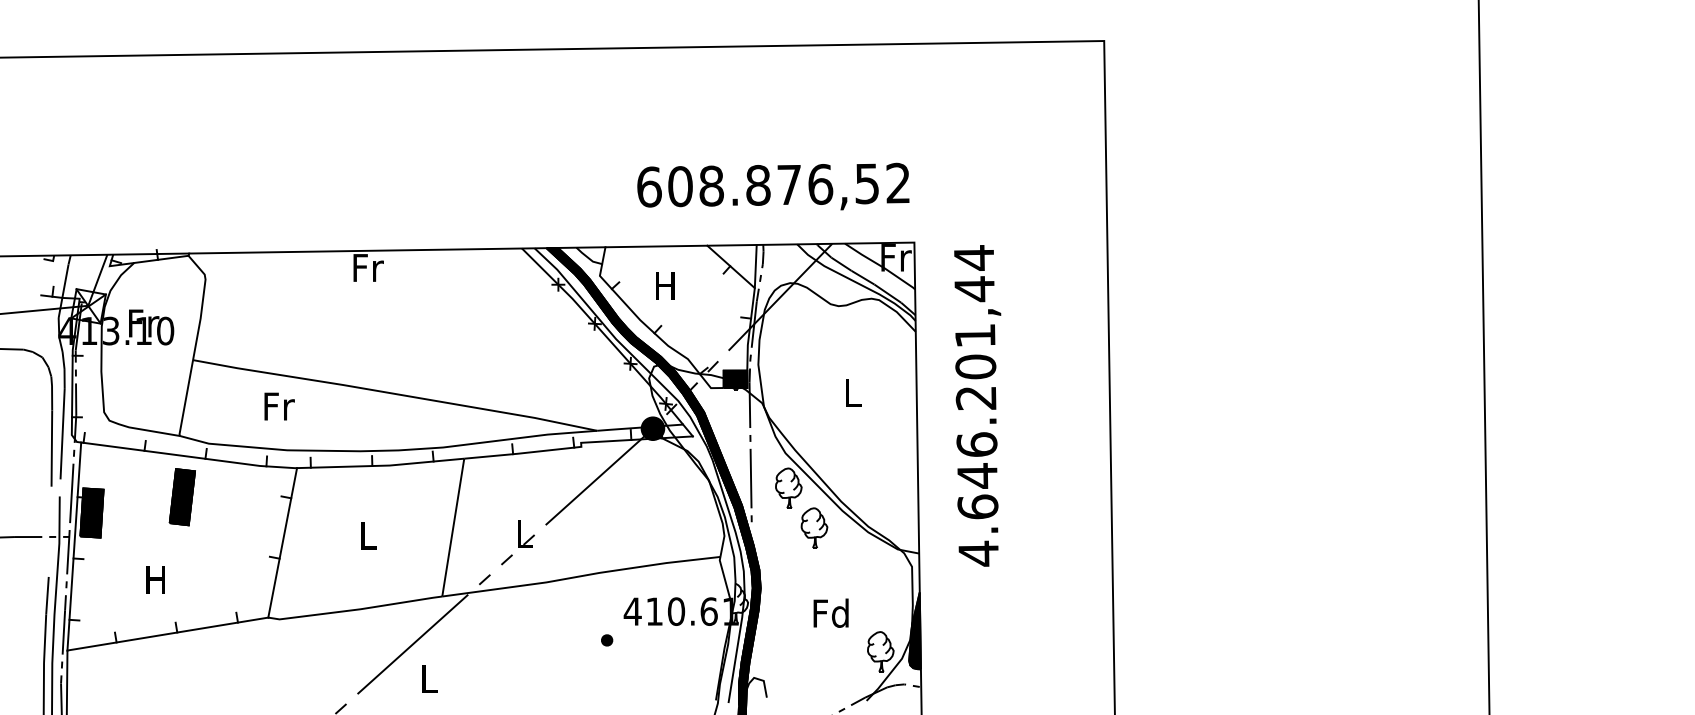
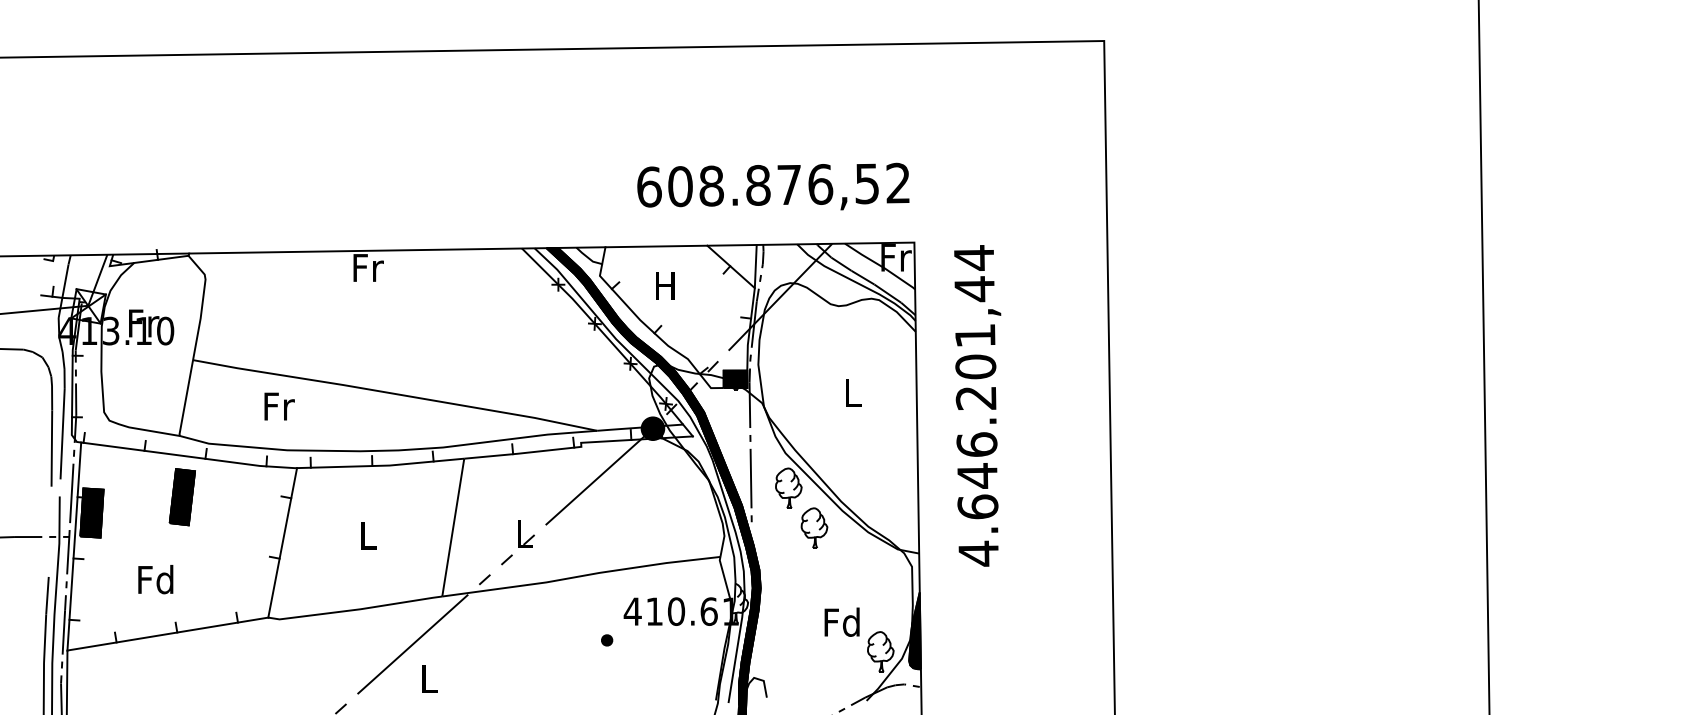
text at (155, 579): H -> Fd
text at (830, 612) position: (830, 612) -> (841, 621)
